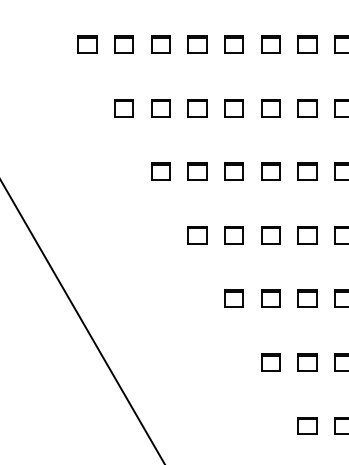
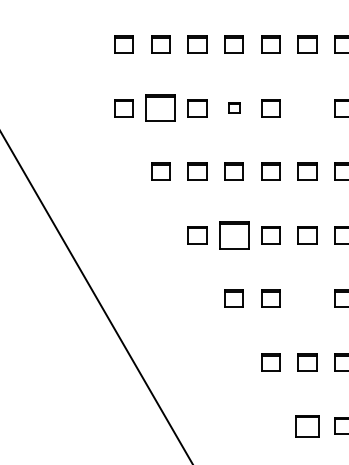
part at (87, 44): present -> none
part at (160, 108) size: 20x19 px -> 31x28 px
part at (233, 108) size: 20x19 px -> 13x12 px
part at (307, 108): present -> none
part at (233, 235) size: 20x19 px -> 31x29 px
part at (307, 298): present -> none
line at (82, 322) position: (82, 322) -> (96, 297)
part at (307, 425) size: 21x18 px -> 25x23 px
